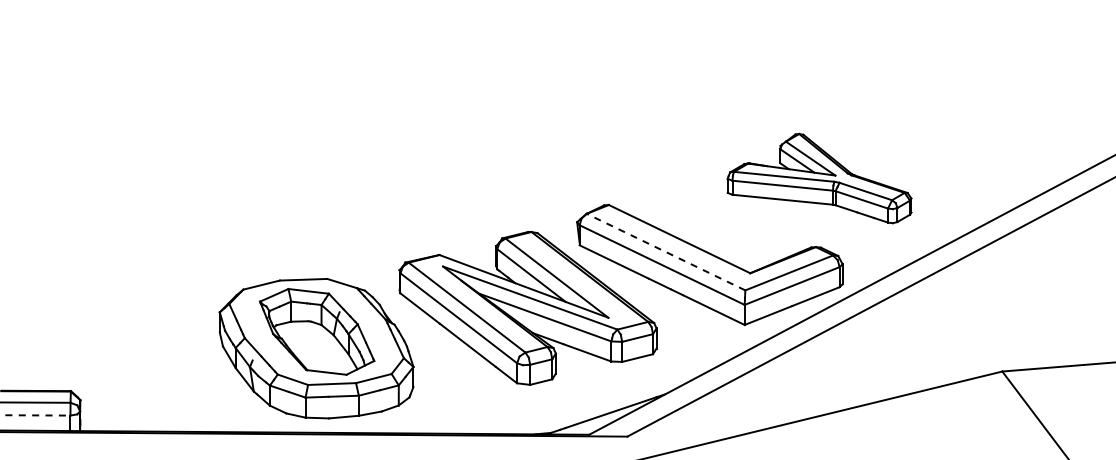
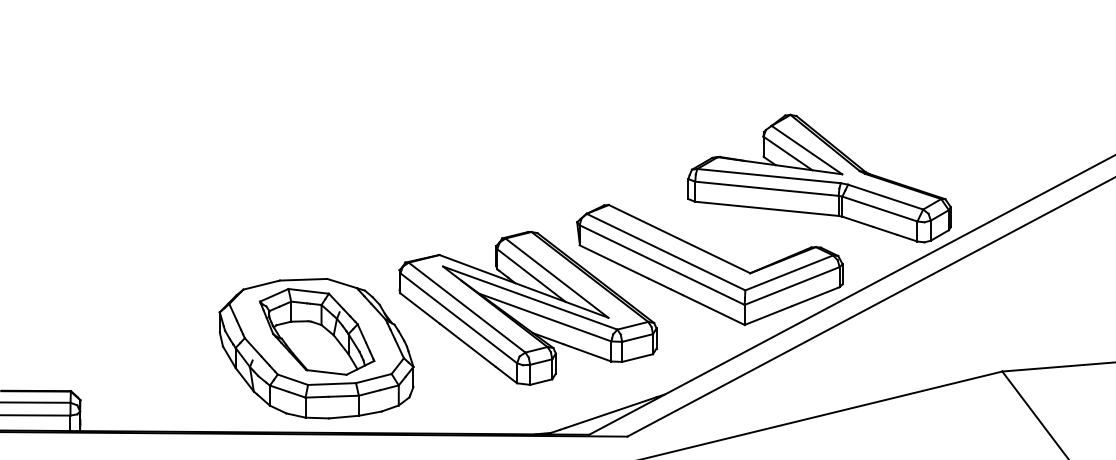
part at (819, 178) size: 187x93 px -> 265x131 px
line at (665, 251): dashed -> solid
line at (35, 415): dashed -> solid
